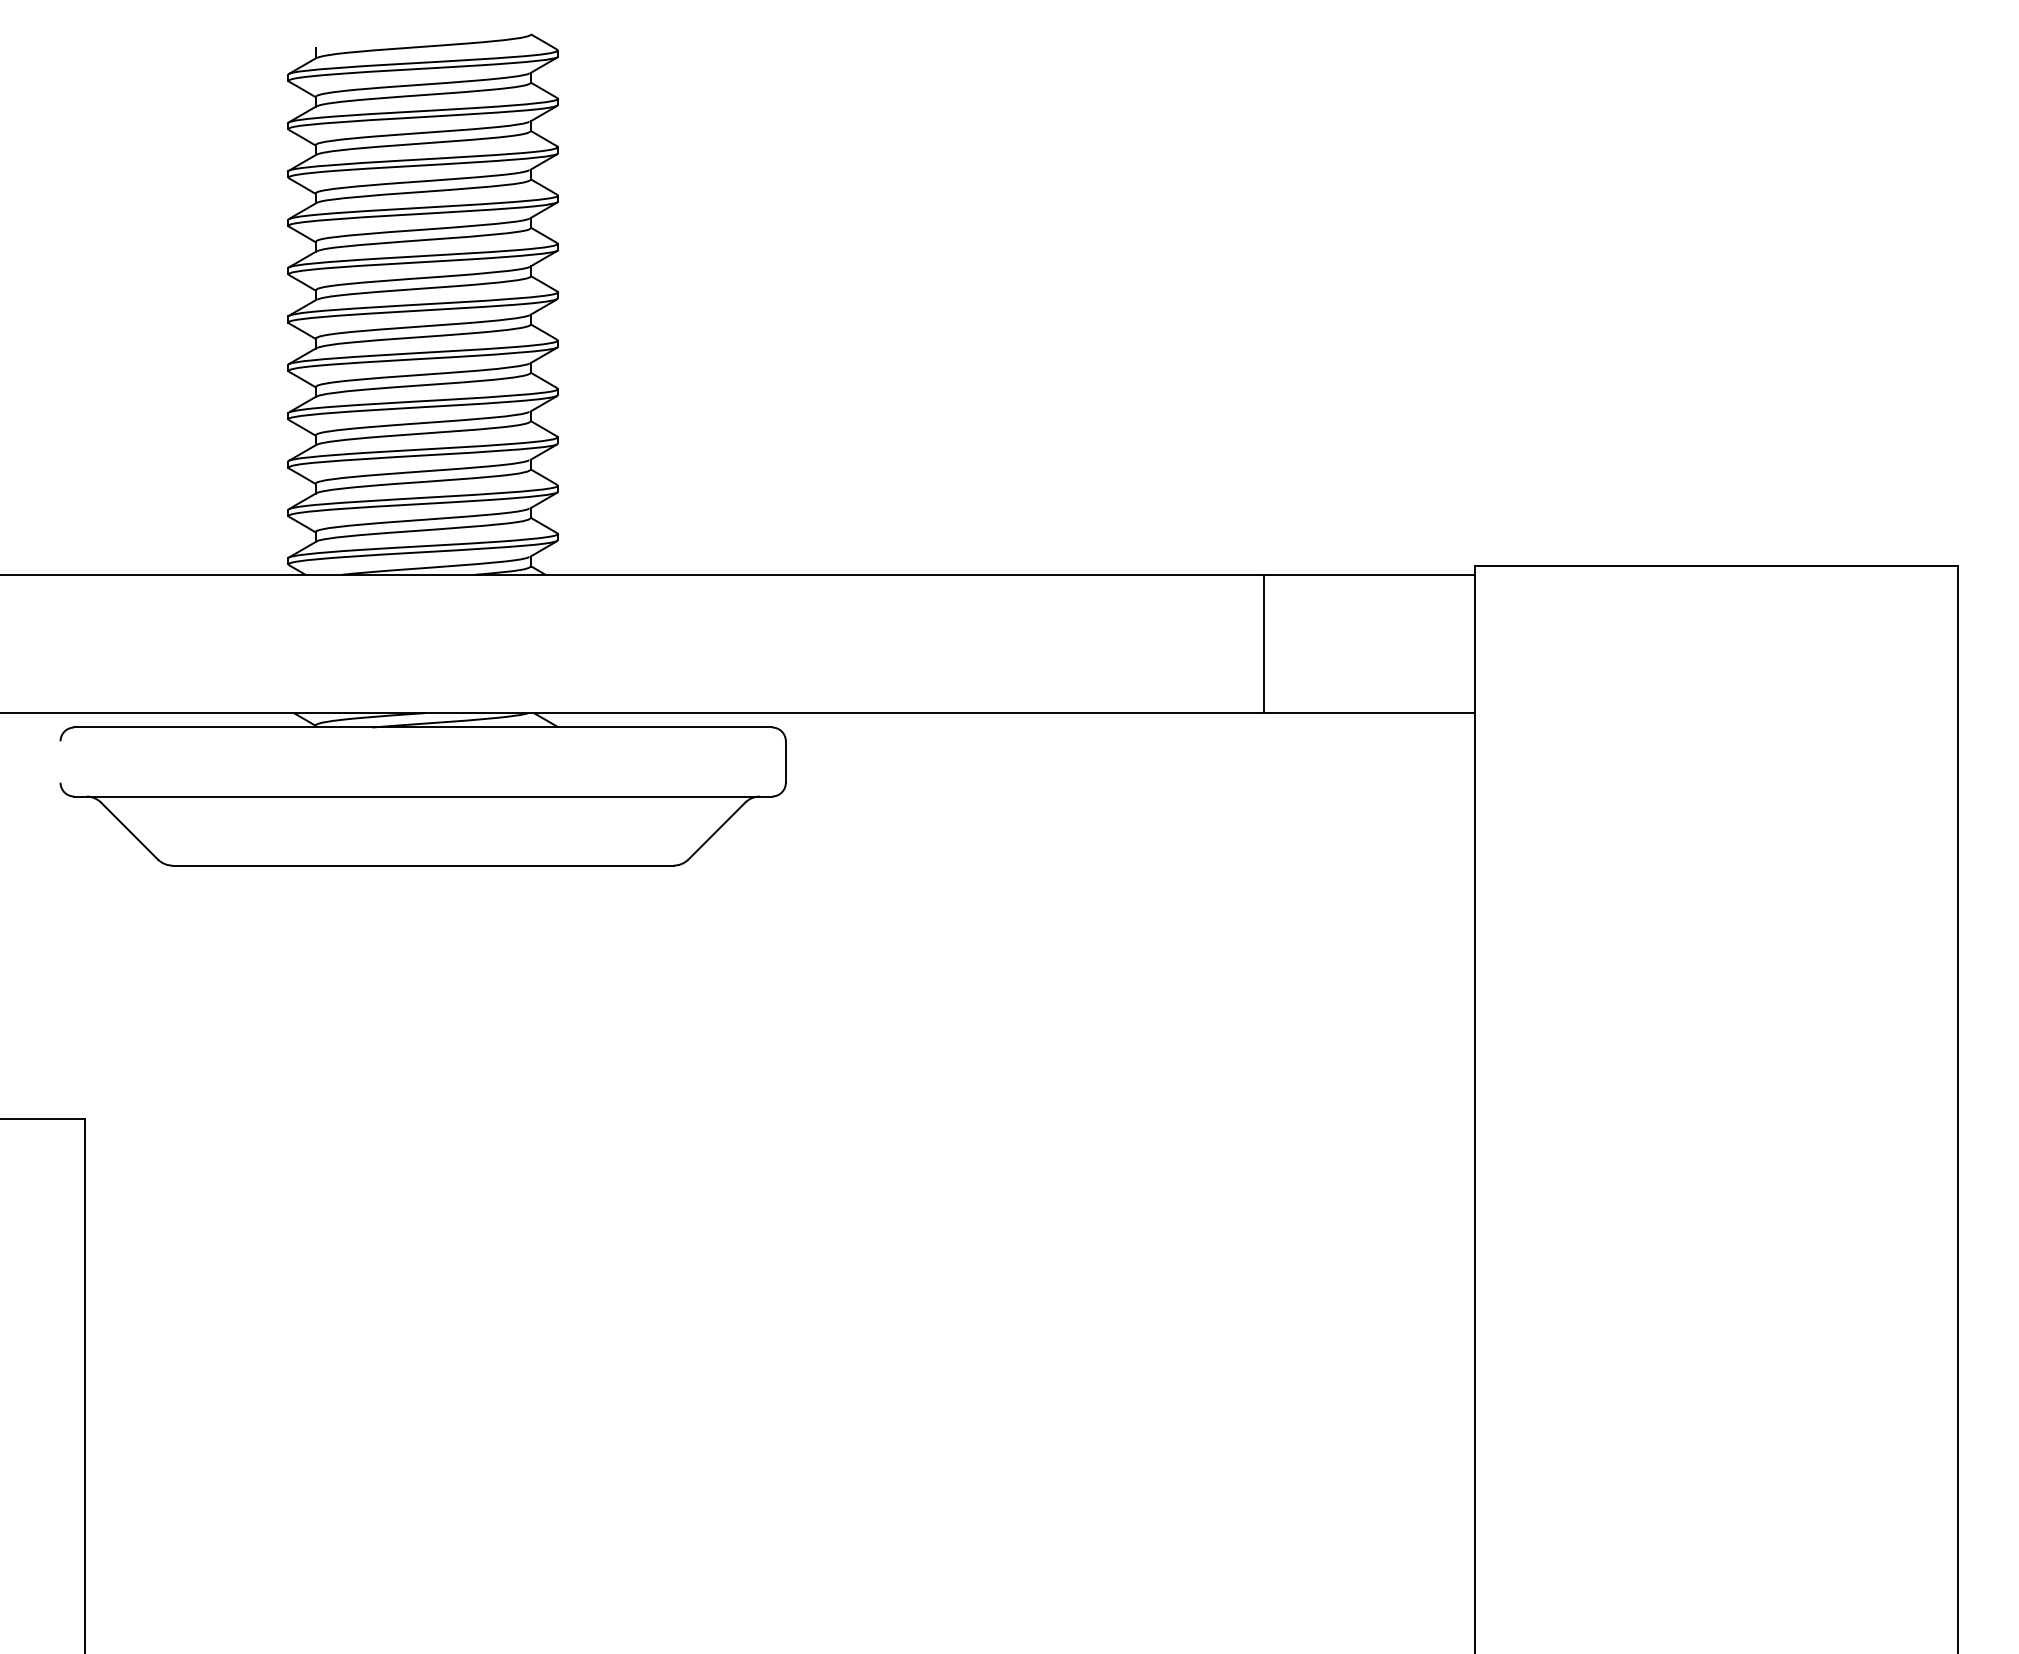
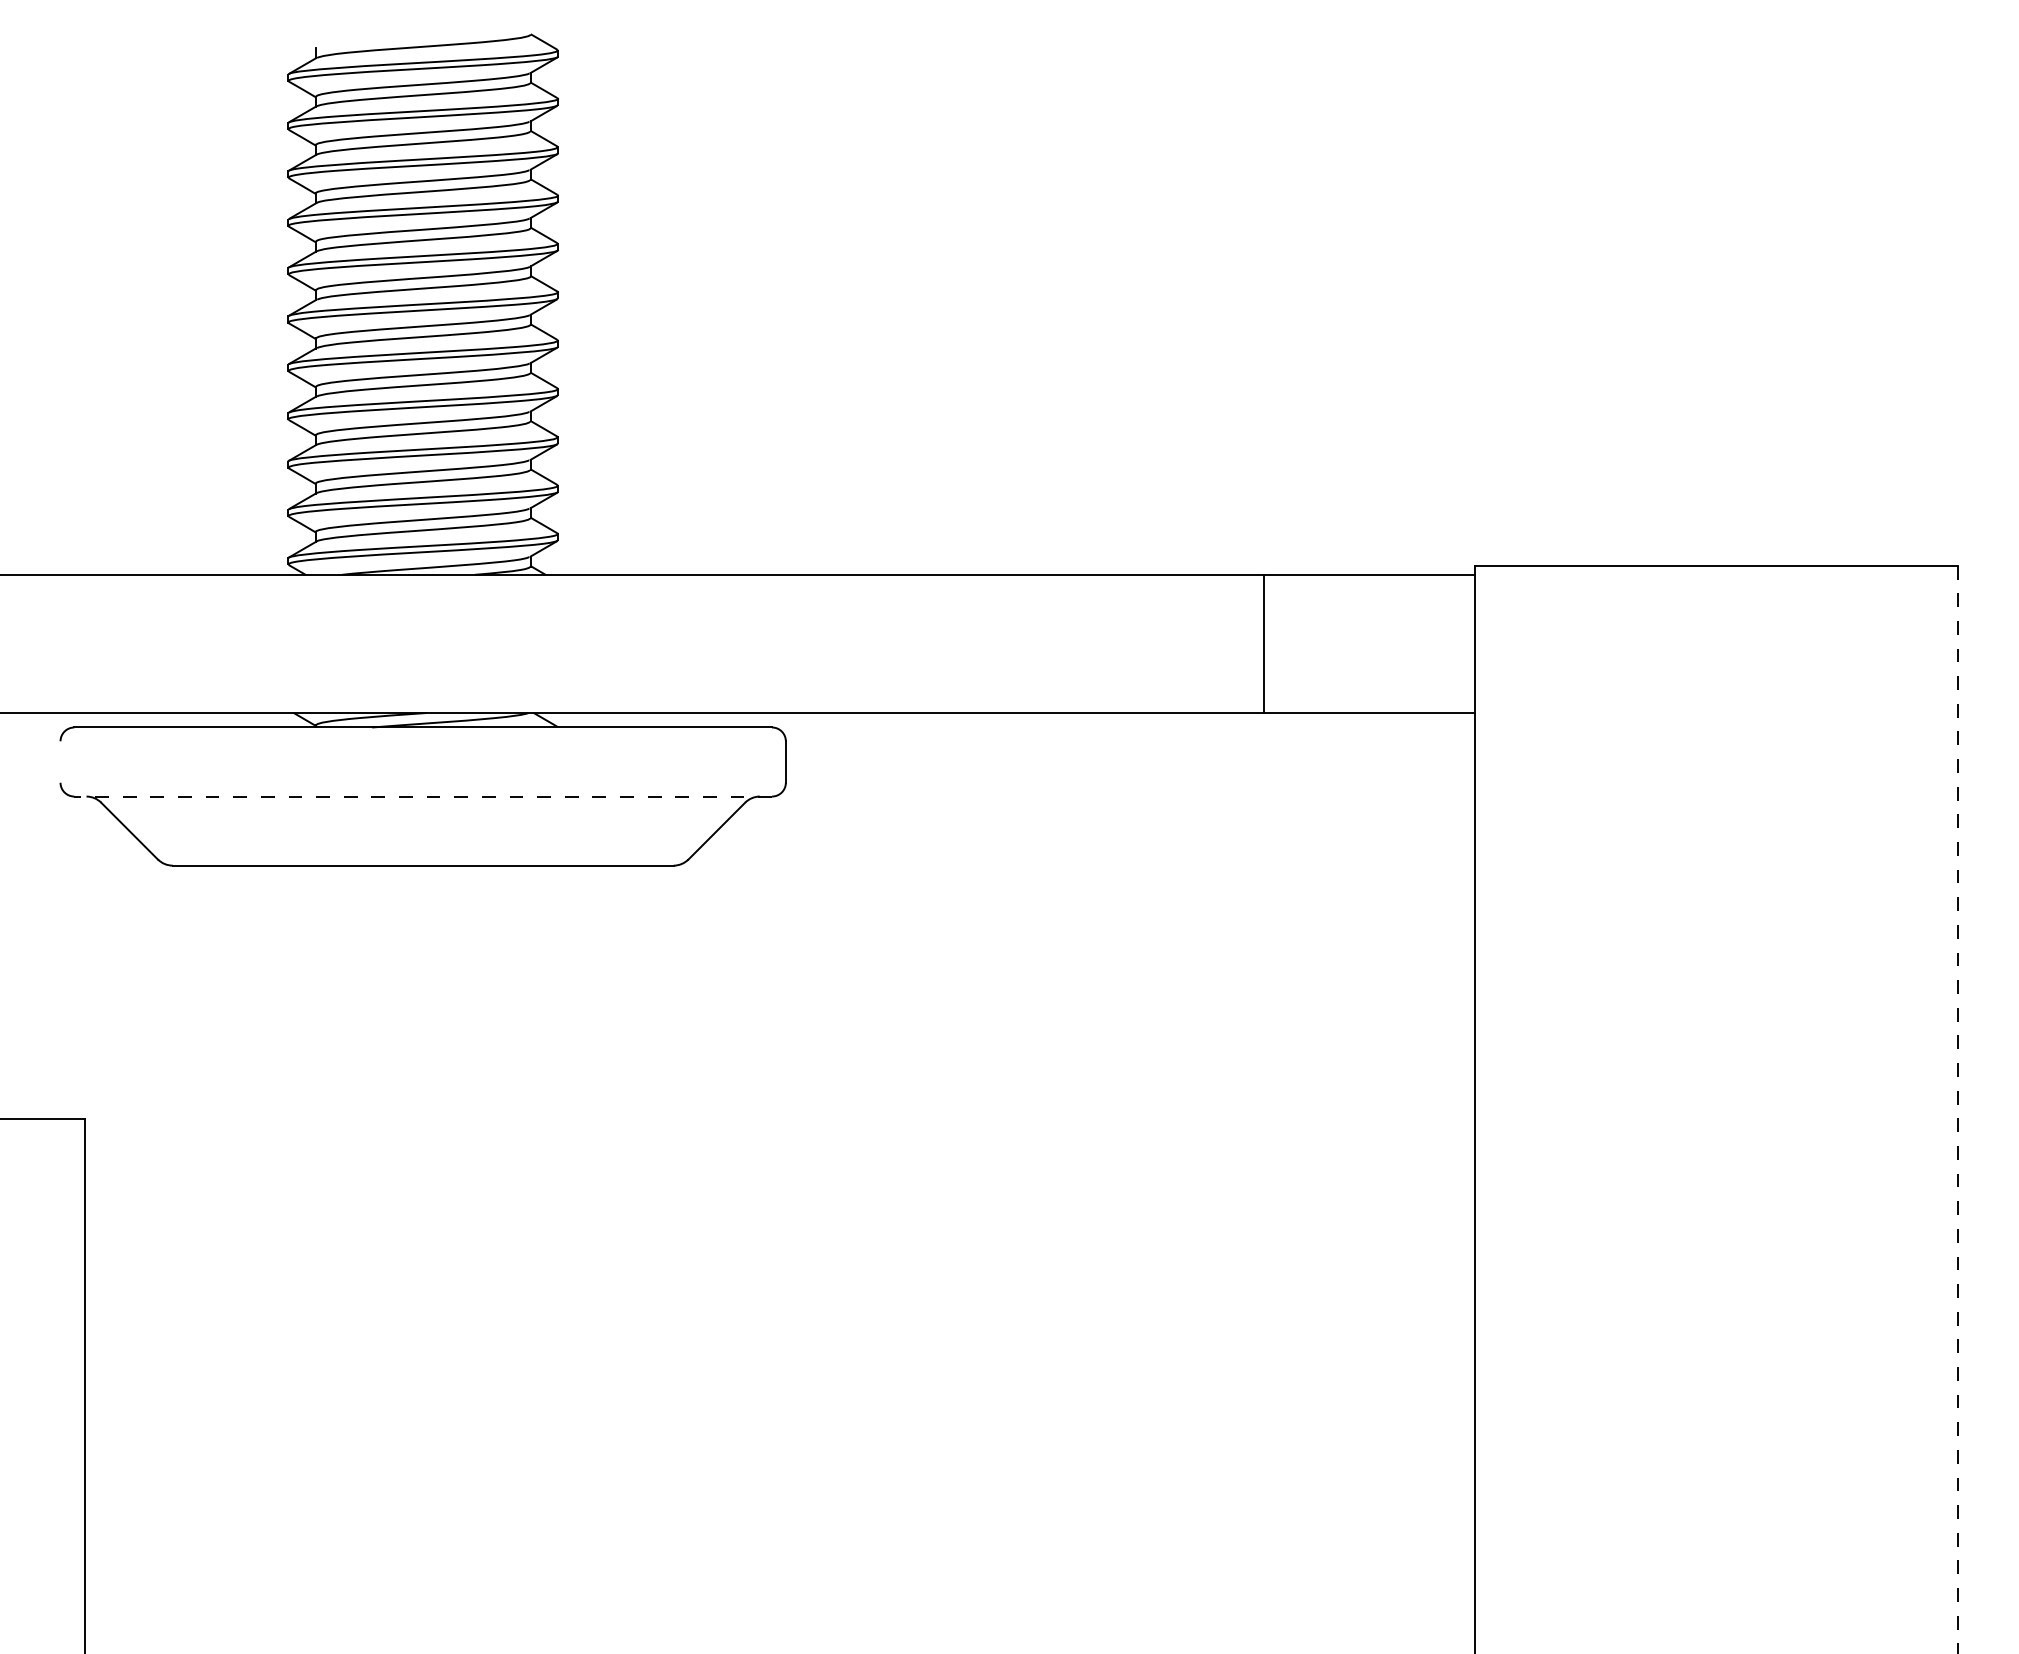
line at (423, 796): solid -> dashed
line at (1958, 1109): solid -> dashed
